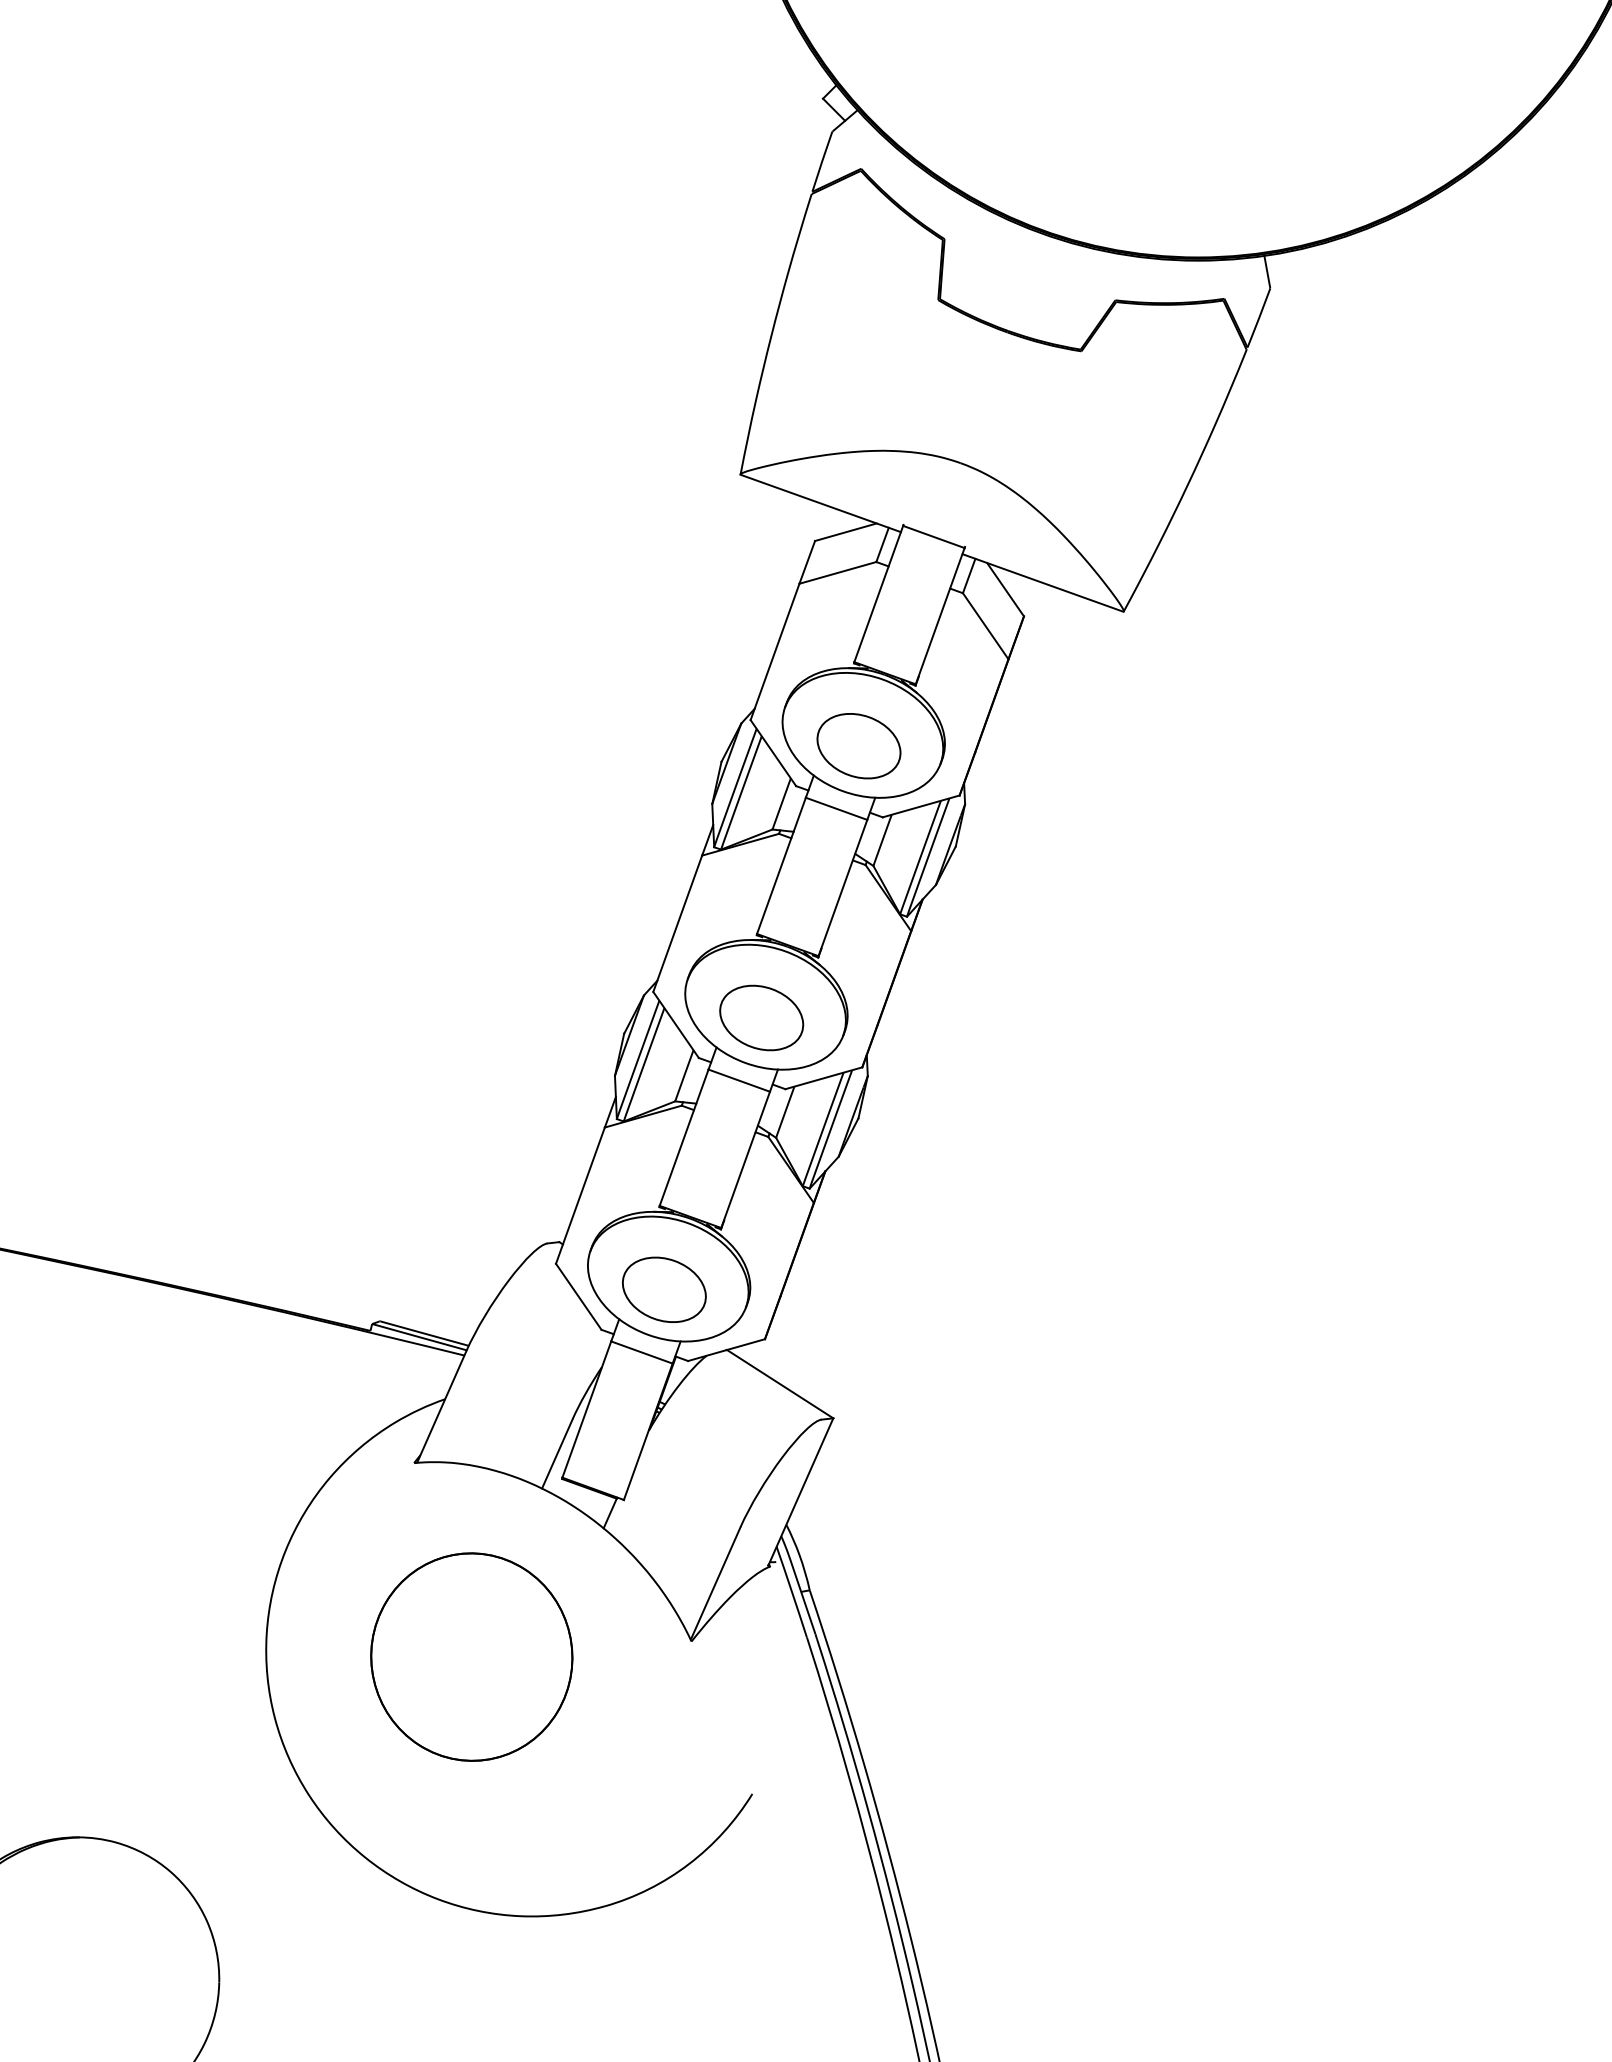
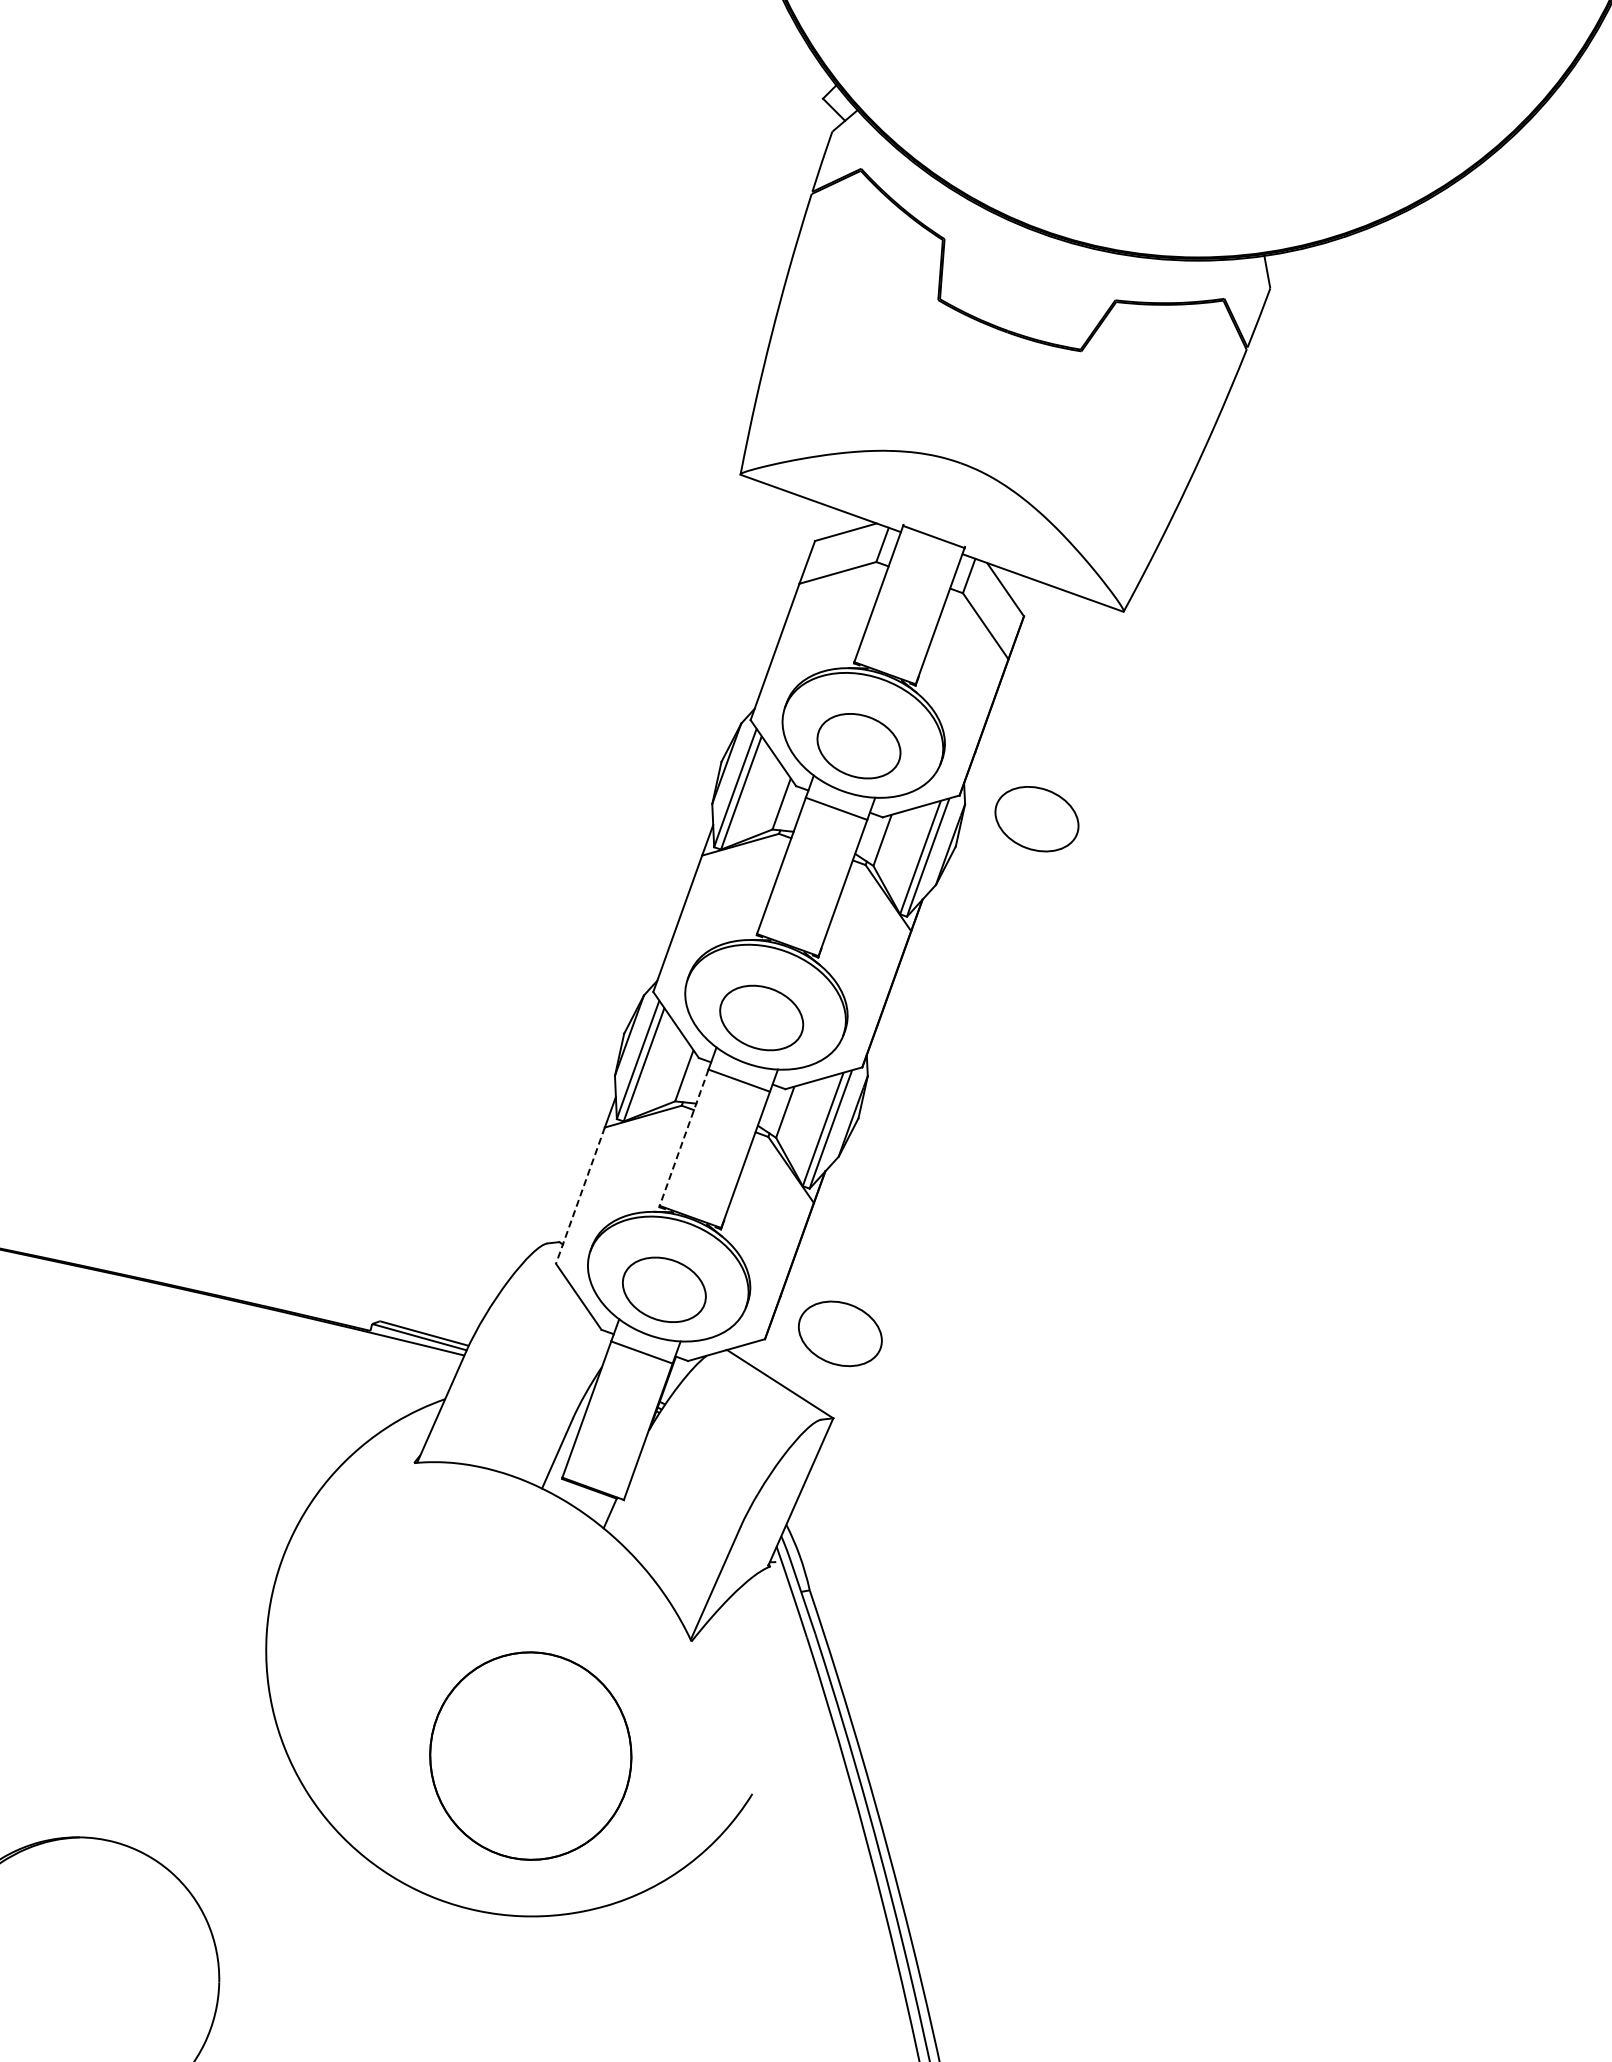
part at (1036, 819): none -> present
line at (683, 1138): solid -> dashed
line at (580, 1196): solid -> dashed
part at (839, 1333): none -> present
part at (471, 1656) position: (471, 1656) -> (530, 1755)
